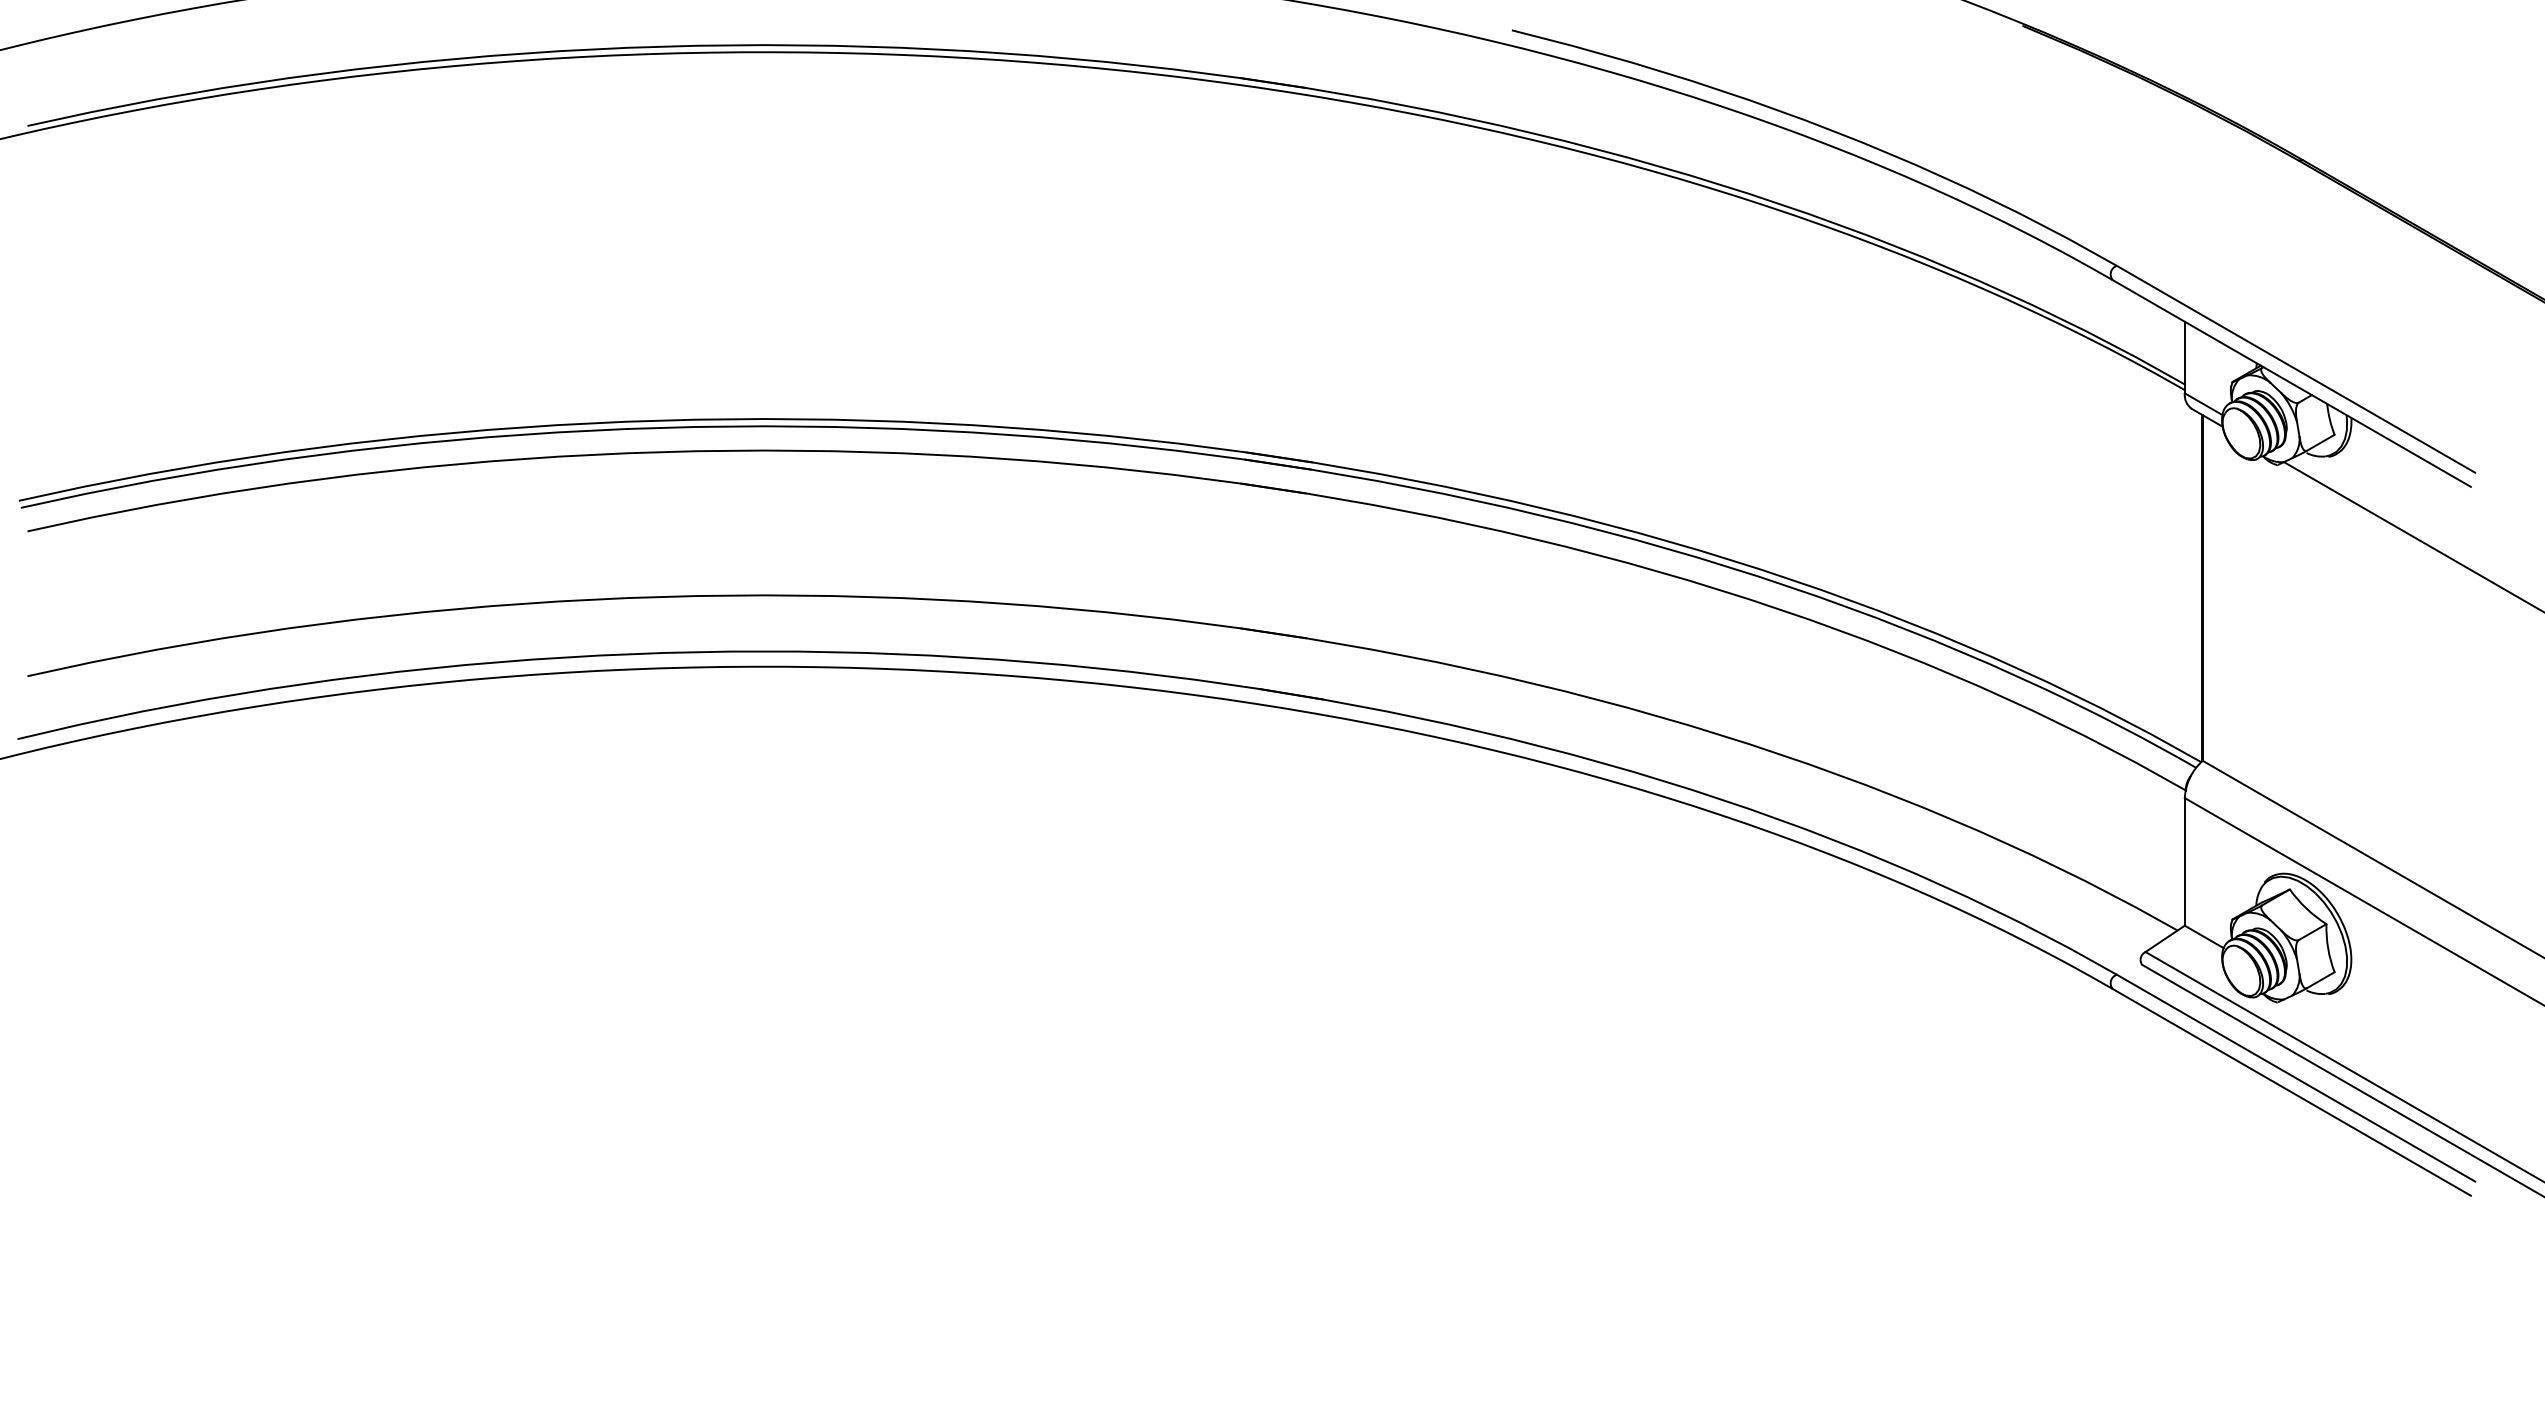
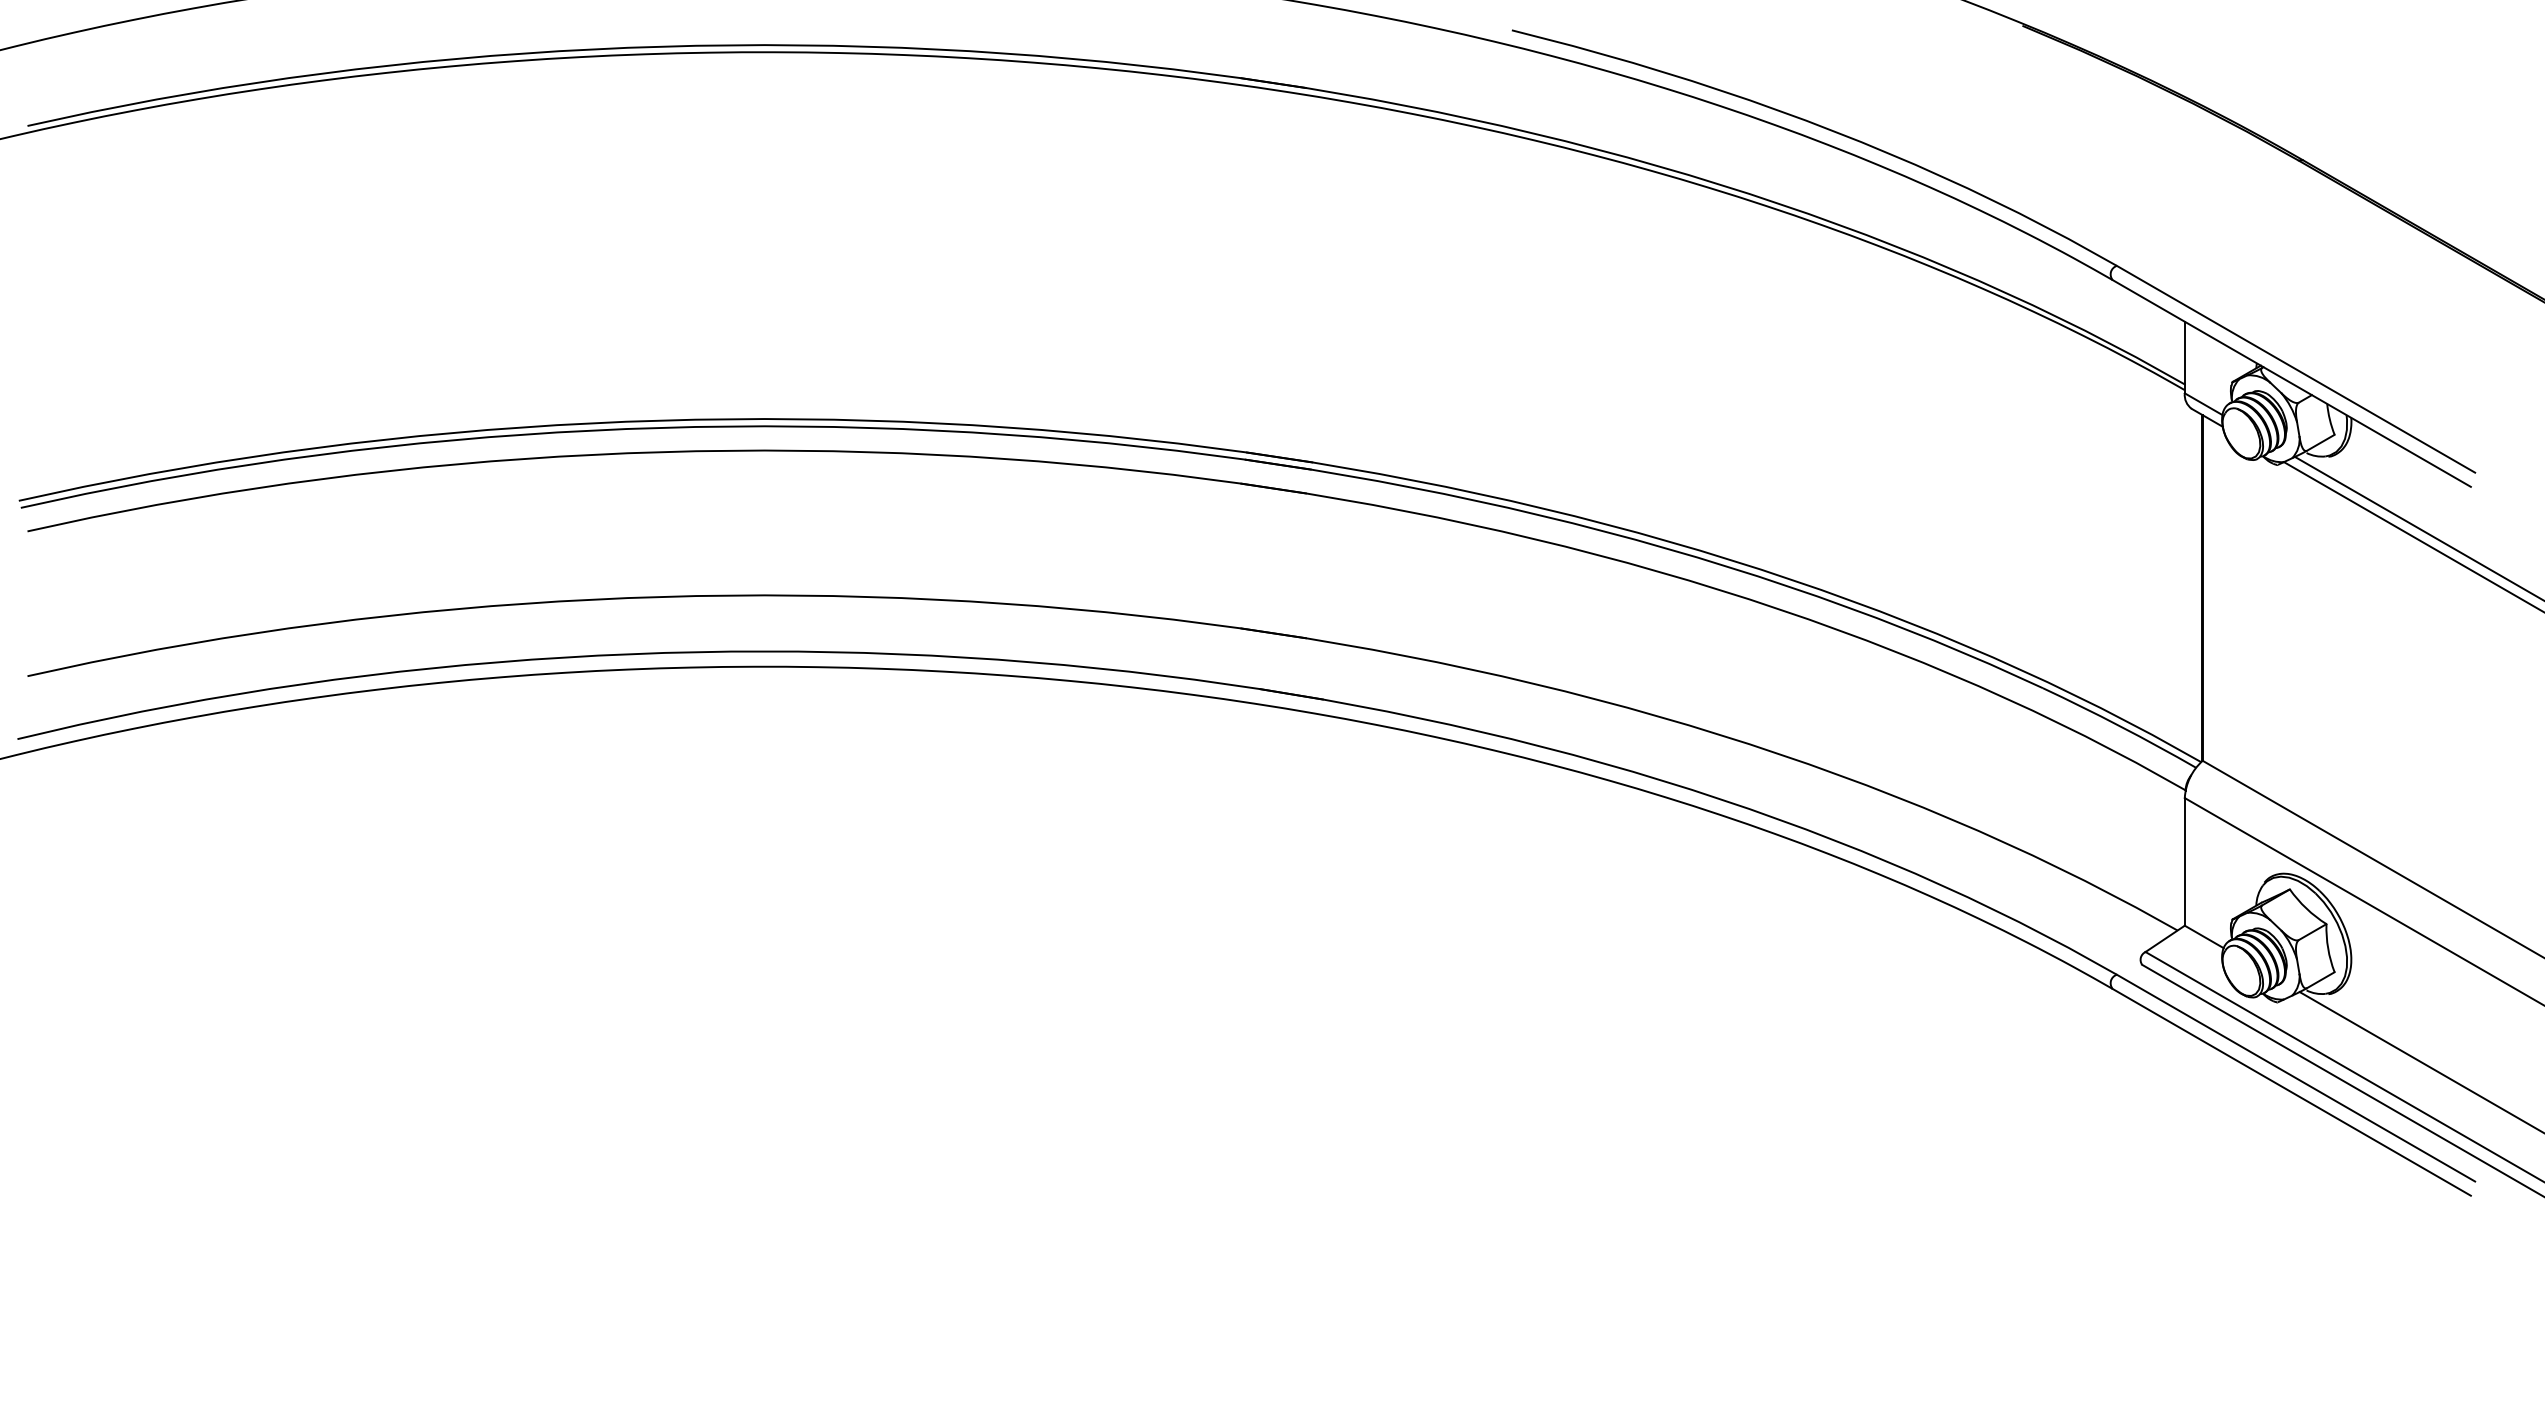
line at (2417, 527): none -> present
line at (2420, 1061): none -> present
